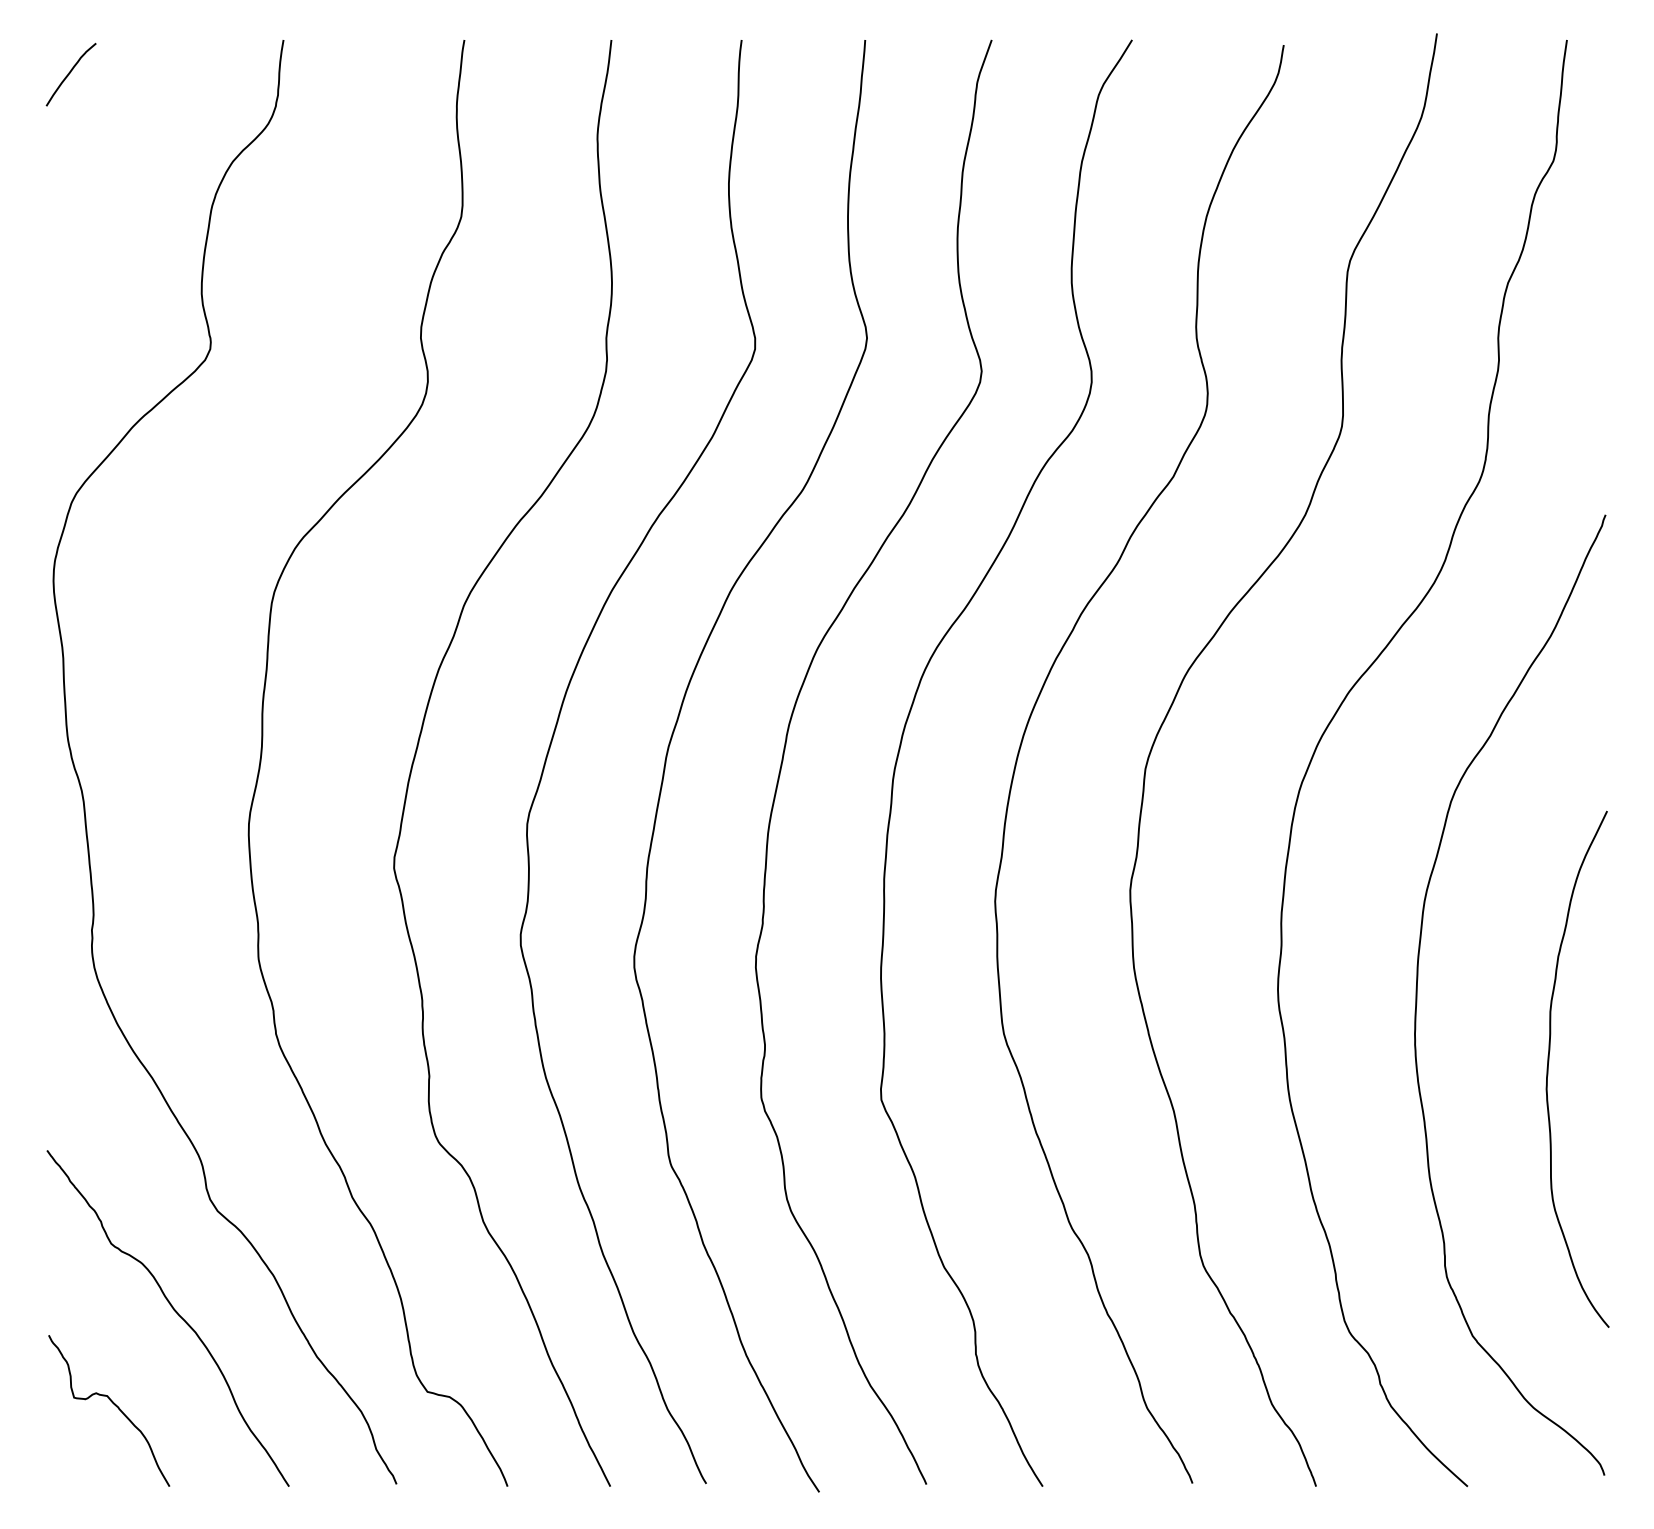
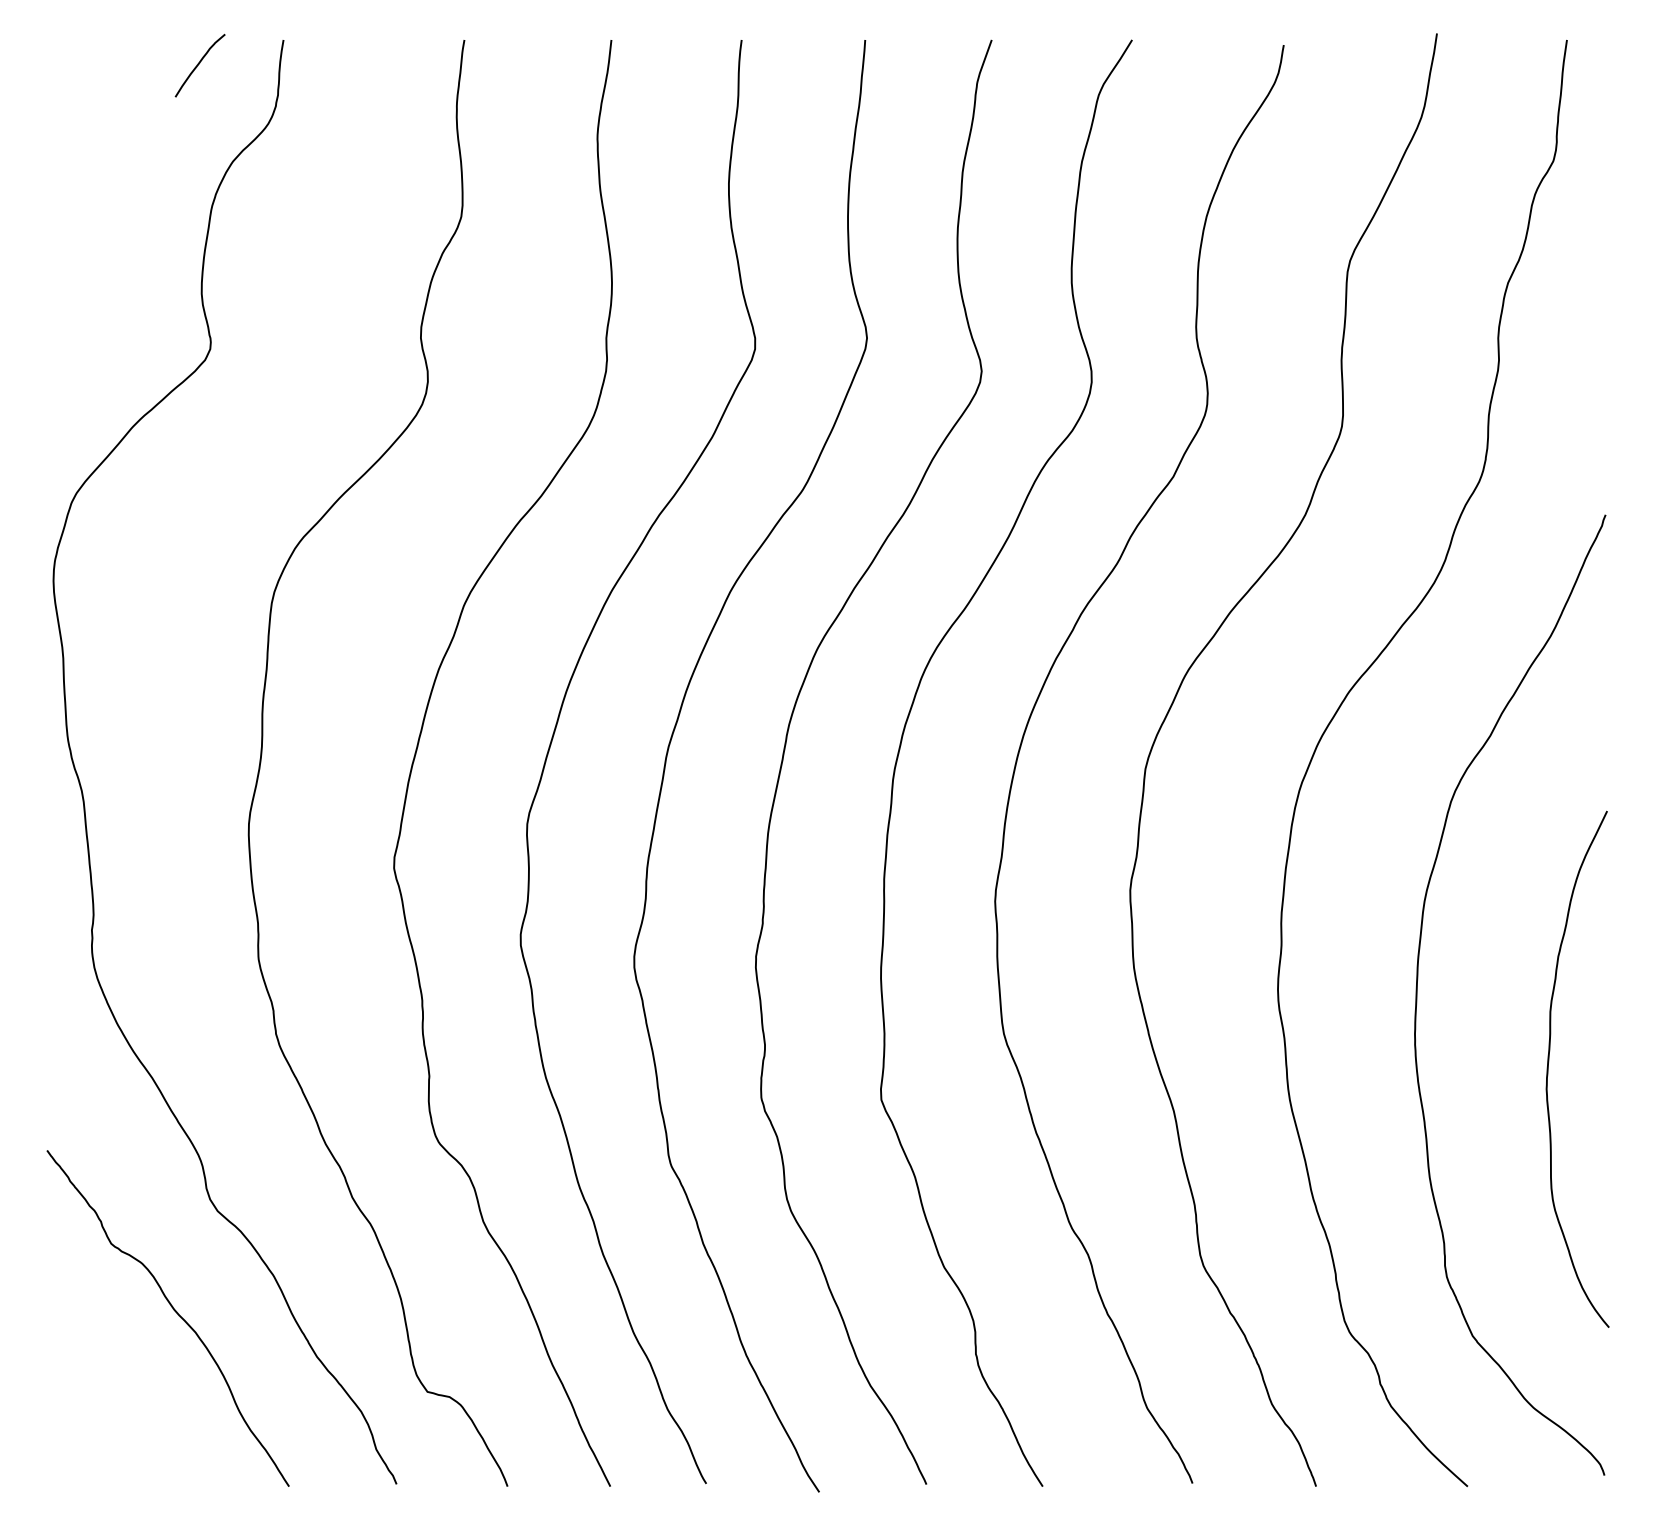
curve at (70, 73) position: (70, 73) -> (199, 64)
curve at (114, 1405): present -> none
